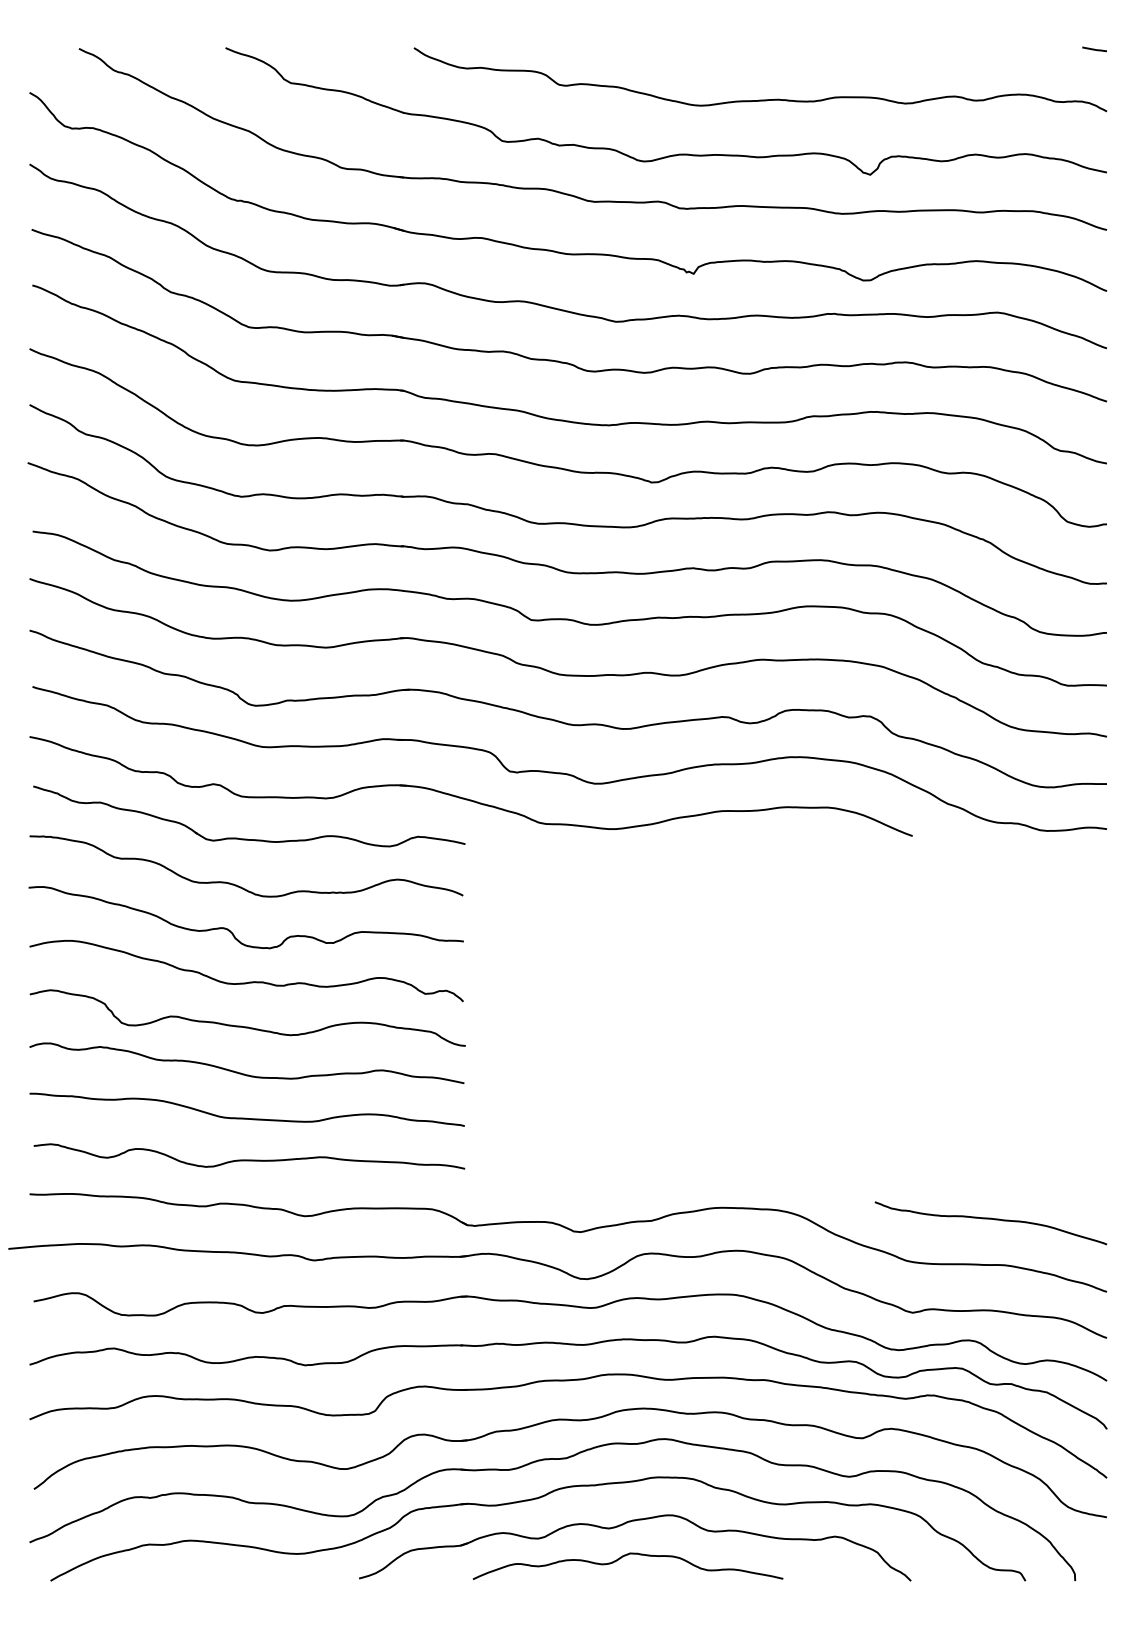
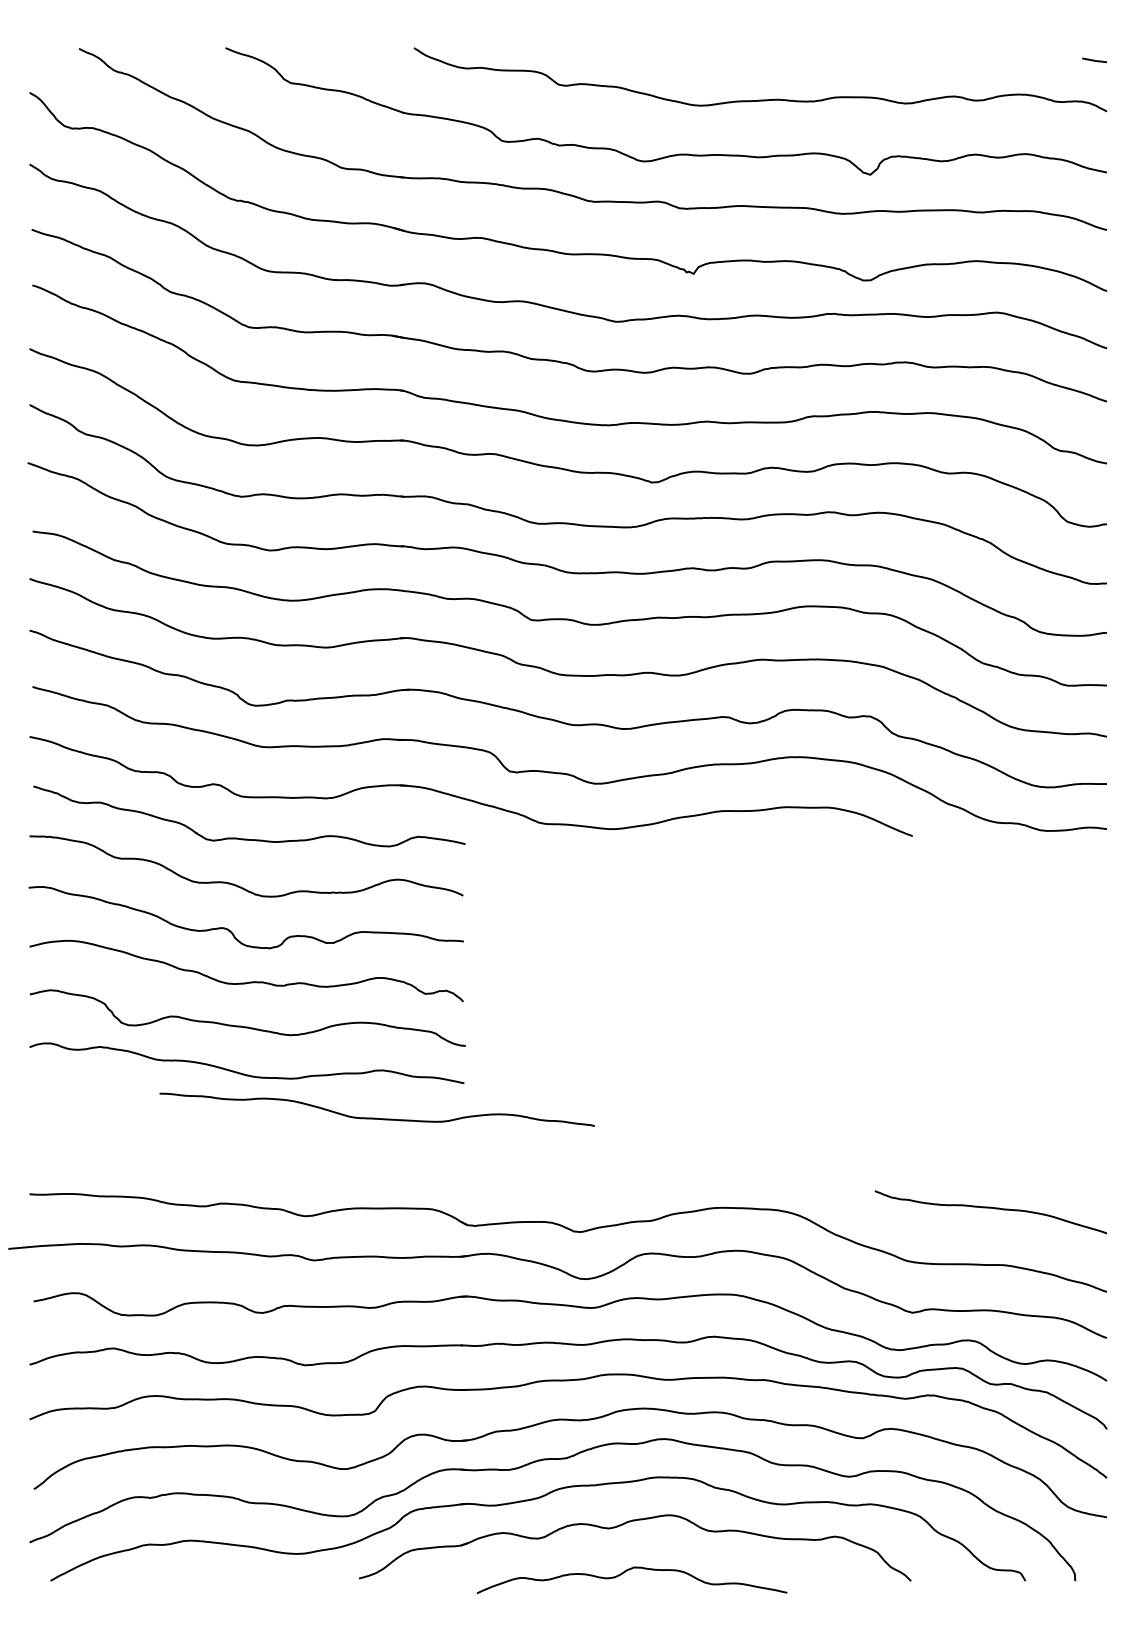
line at (1094, 49) position: (1094, 49) -> (1094, 60)
curve at (246, 1117) position: (246, 1117) -> (376, 1117)
curve at (249, 1159): present -> none
curve at (990, 1219) position: (990, 1219) -> (990, 1208)
curve at (623, 1557) position: (623, 1557) -> (627, 1571)
